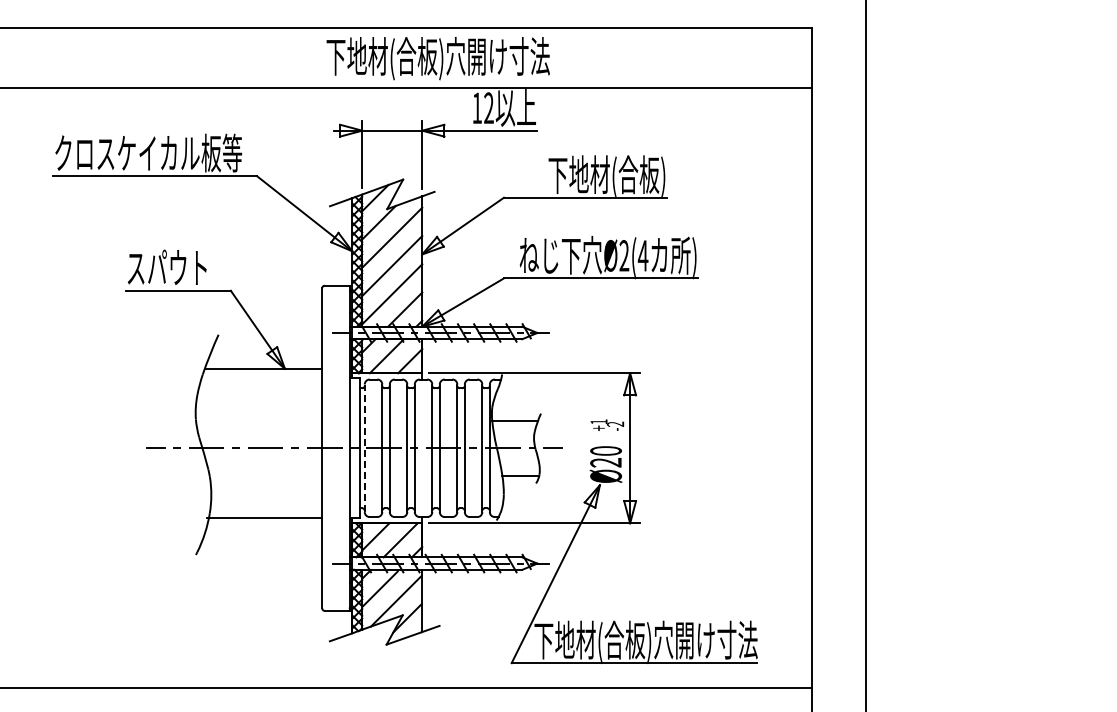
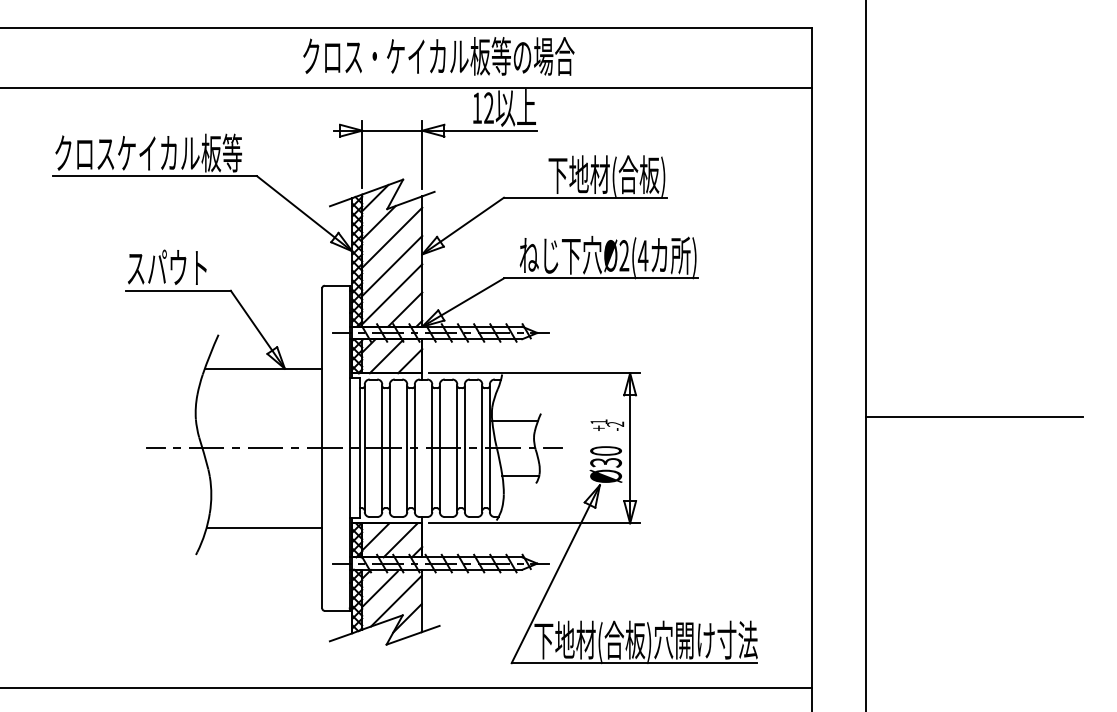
text at (438, 58): 下地材(合板)穴開け寸法 -> クロス・ケイカル板等の場合
line at (974, 416): none -> present
line at (364, 448): dashed -> solid
text at (605, 462): Ø20 -> Ø30
line at (264, 517) position: (264, 517) -> (264, 527)
